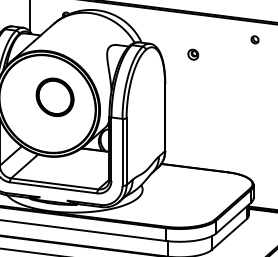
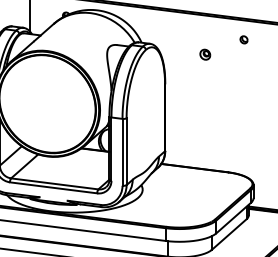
part at (254, 39) position: (254, 39) -> (243, 39)
part at (193, 54) position: (193, 54) -> (205, 54)
part at (54, 96): present -> none
